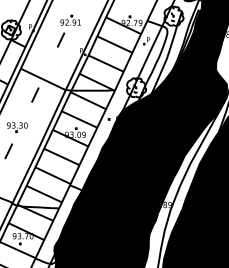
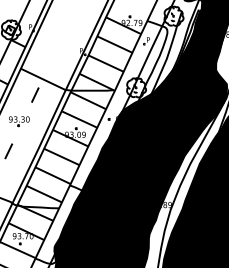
part at (68, 30): present -> none
part at (17, 127) position: (17, 127) -> (19, 121)
